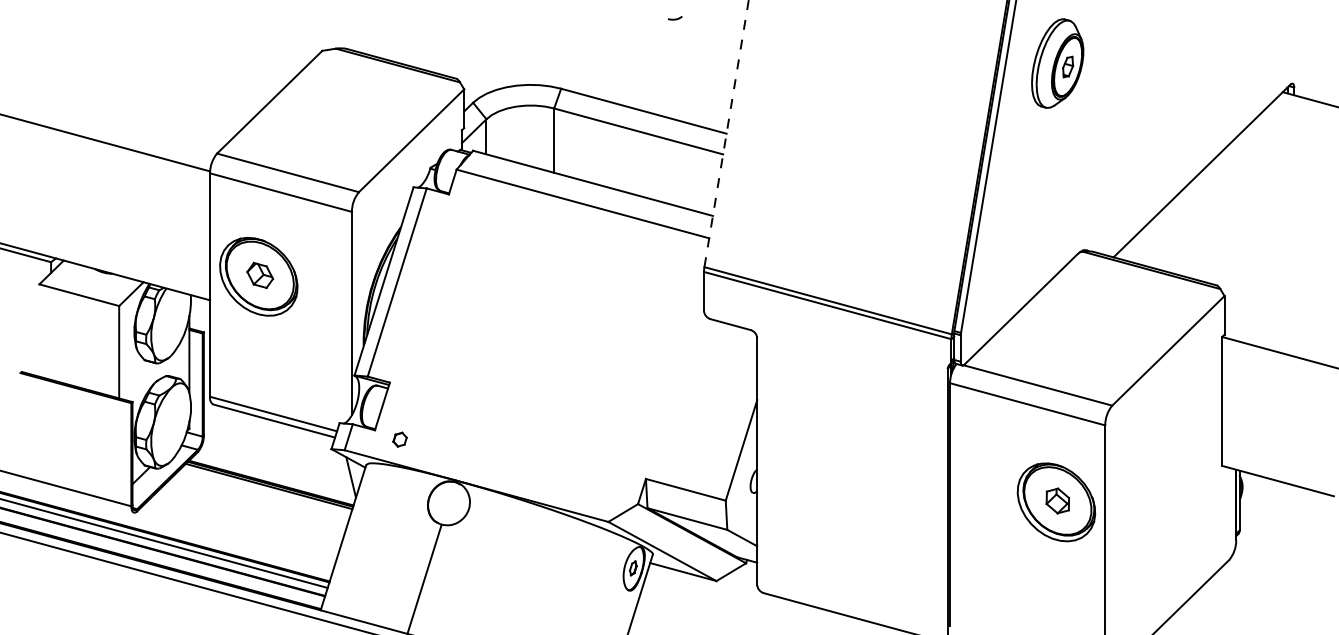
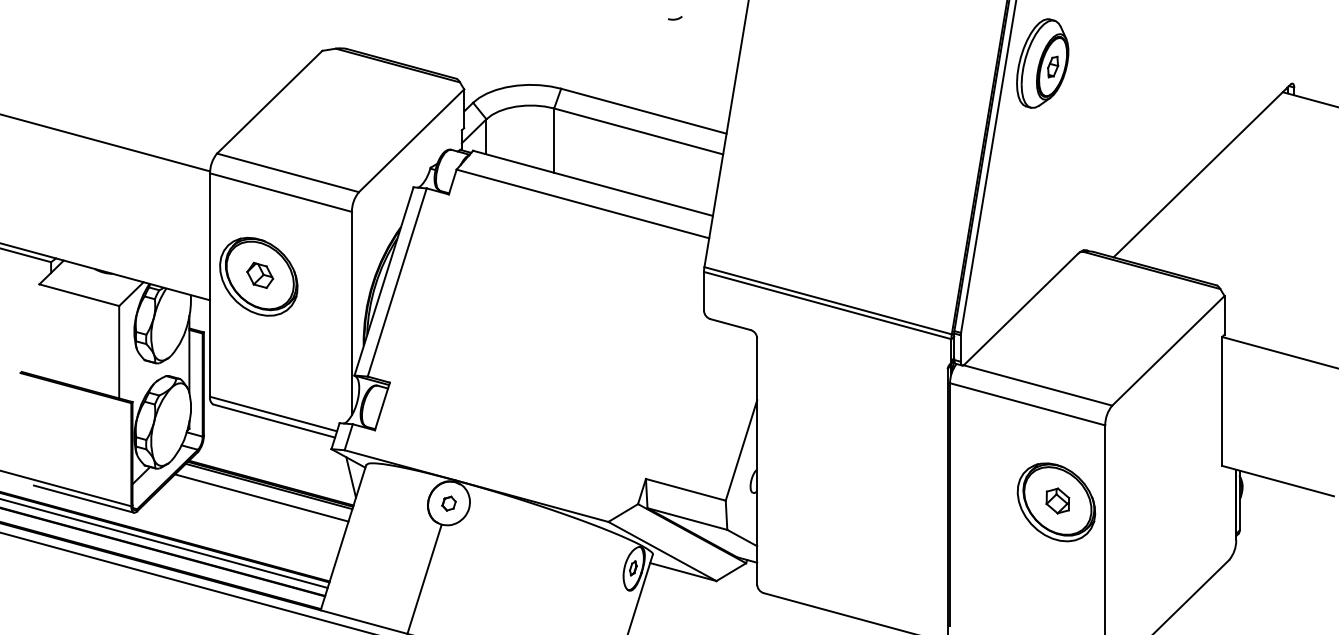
part at (1057, 63) position: (1057, 63) -> (1042, 63)
line at (726, 133): dashed -> solid
part at (399, 439) position: (399, 439) -> (448, 503)
line at (261, 497): none -> present
line at (83, 498): none -> present
